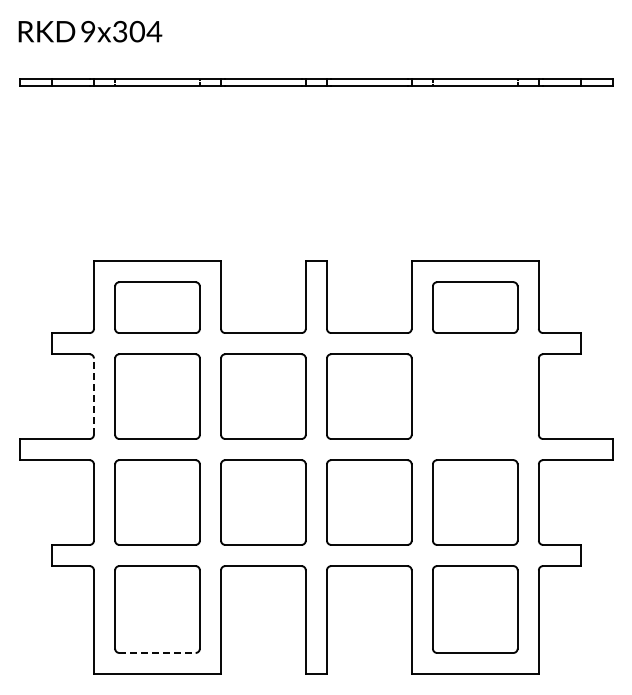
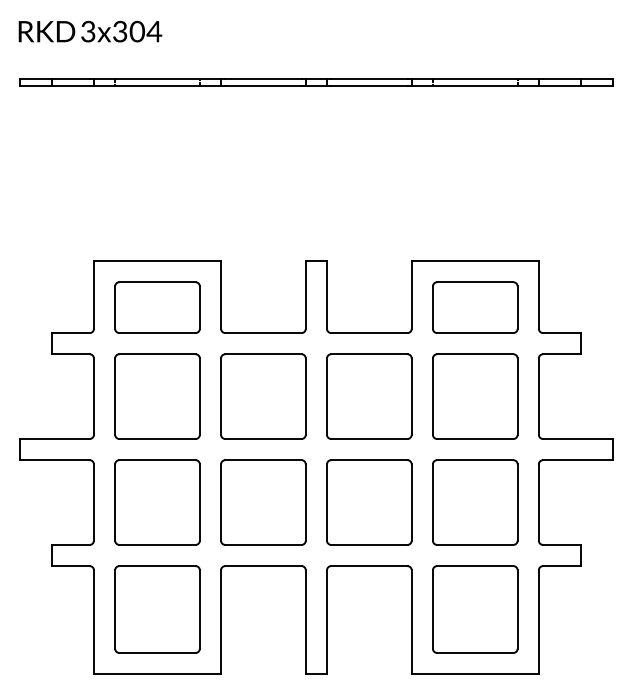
text at (88, 31): 9x304 -> 3x304
line at (93, 396): dashed -> solid
part at (475, 396): none -> present
line at (158, 652): dashed -> solid
